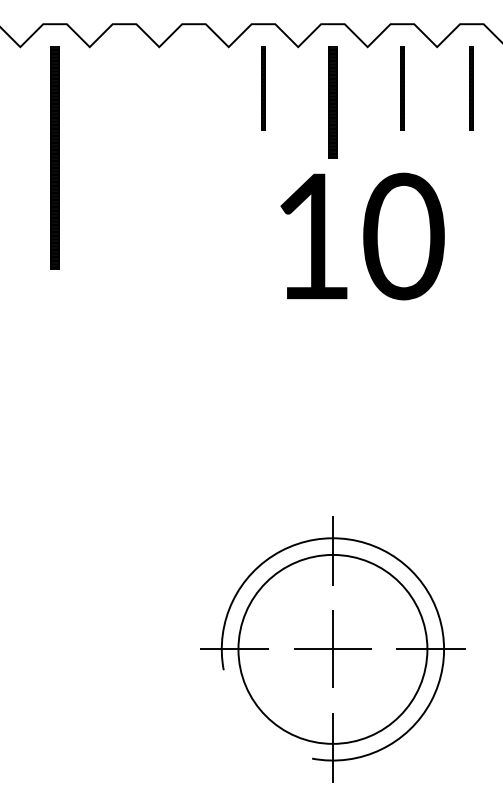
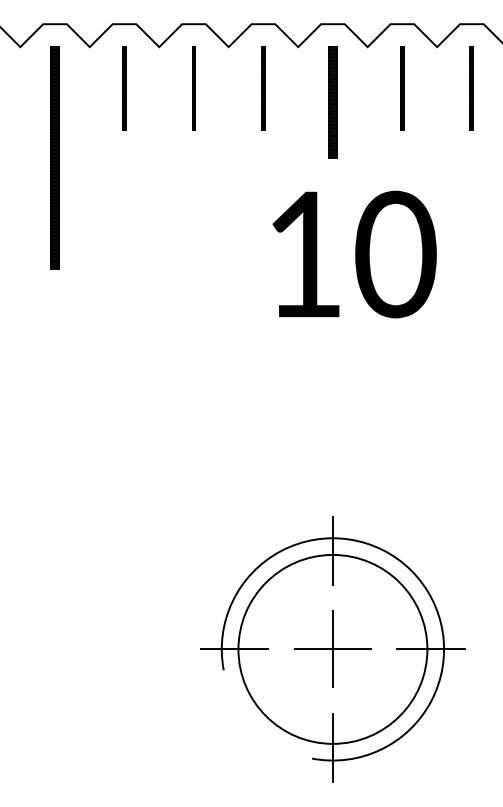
line at (124, 88): none -> present
line at (193, 88): none -> present
text at (362, 236) position: (362, 236) -> (354, 254)
